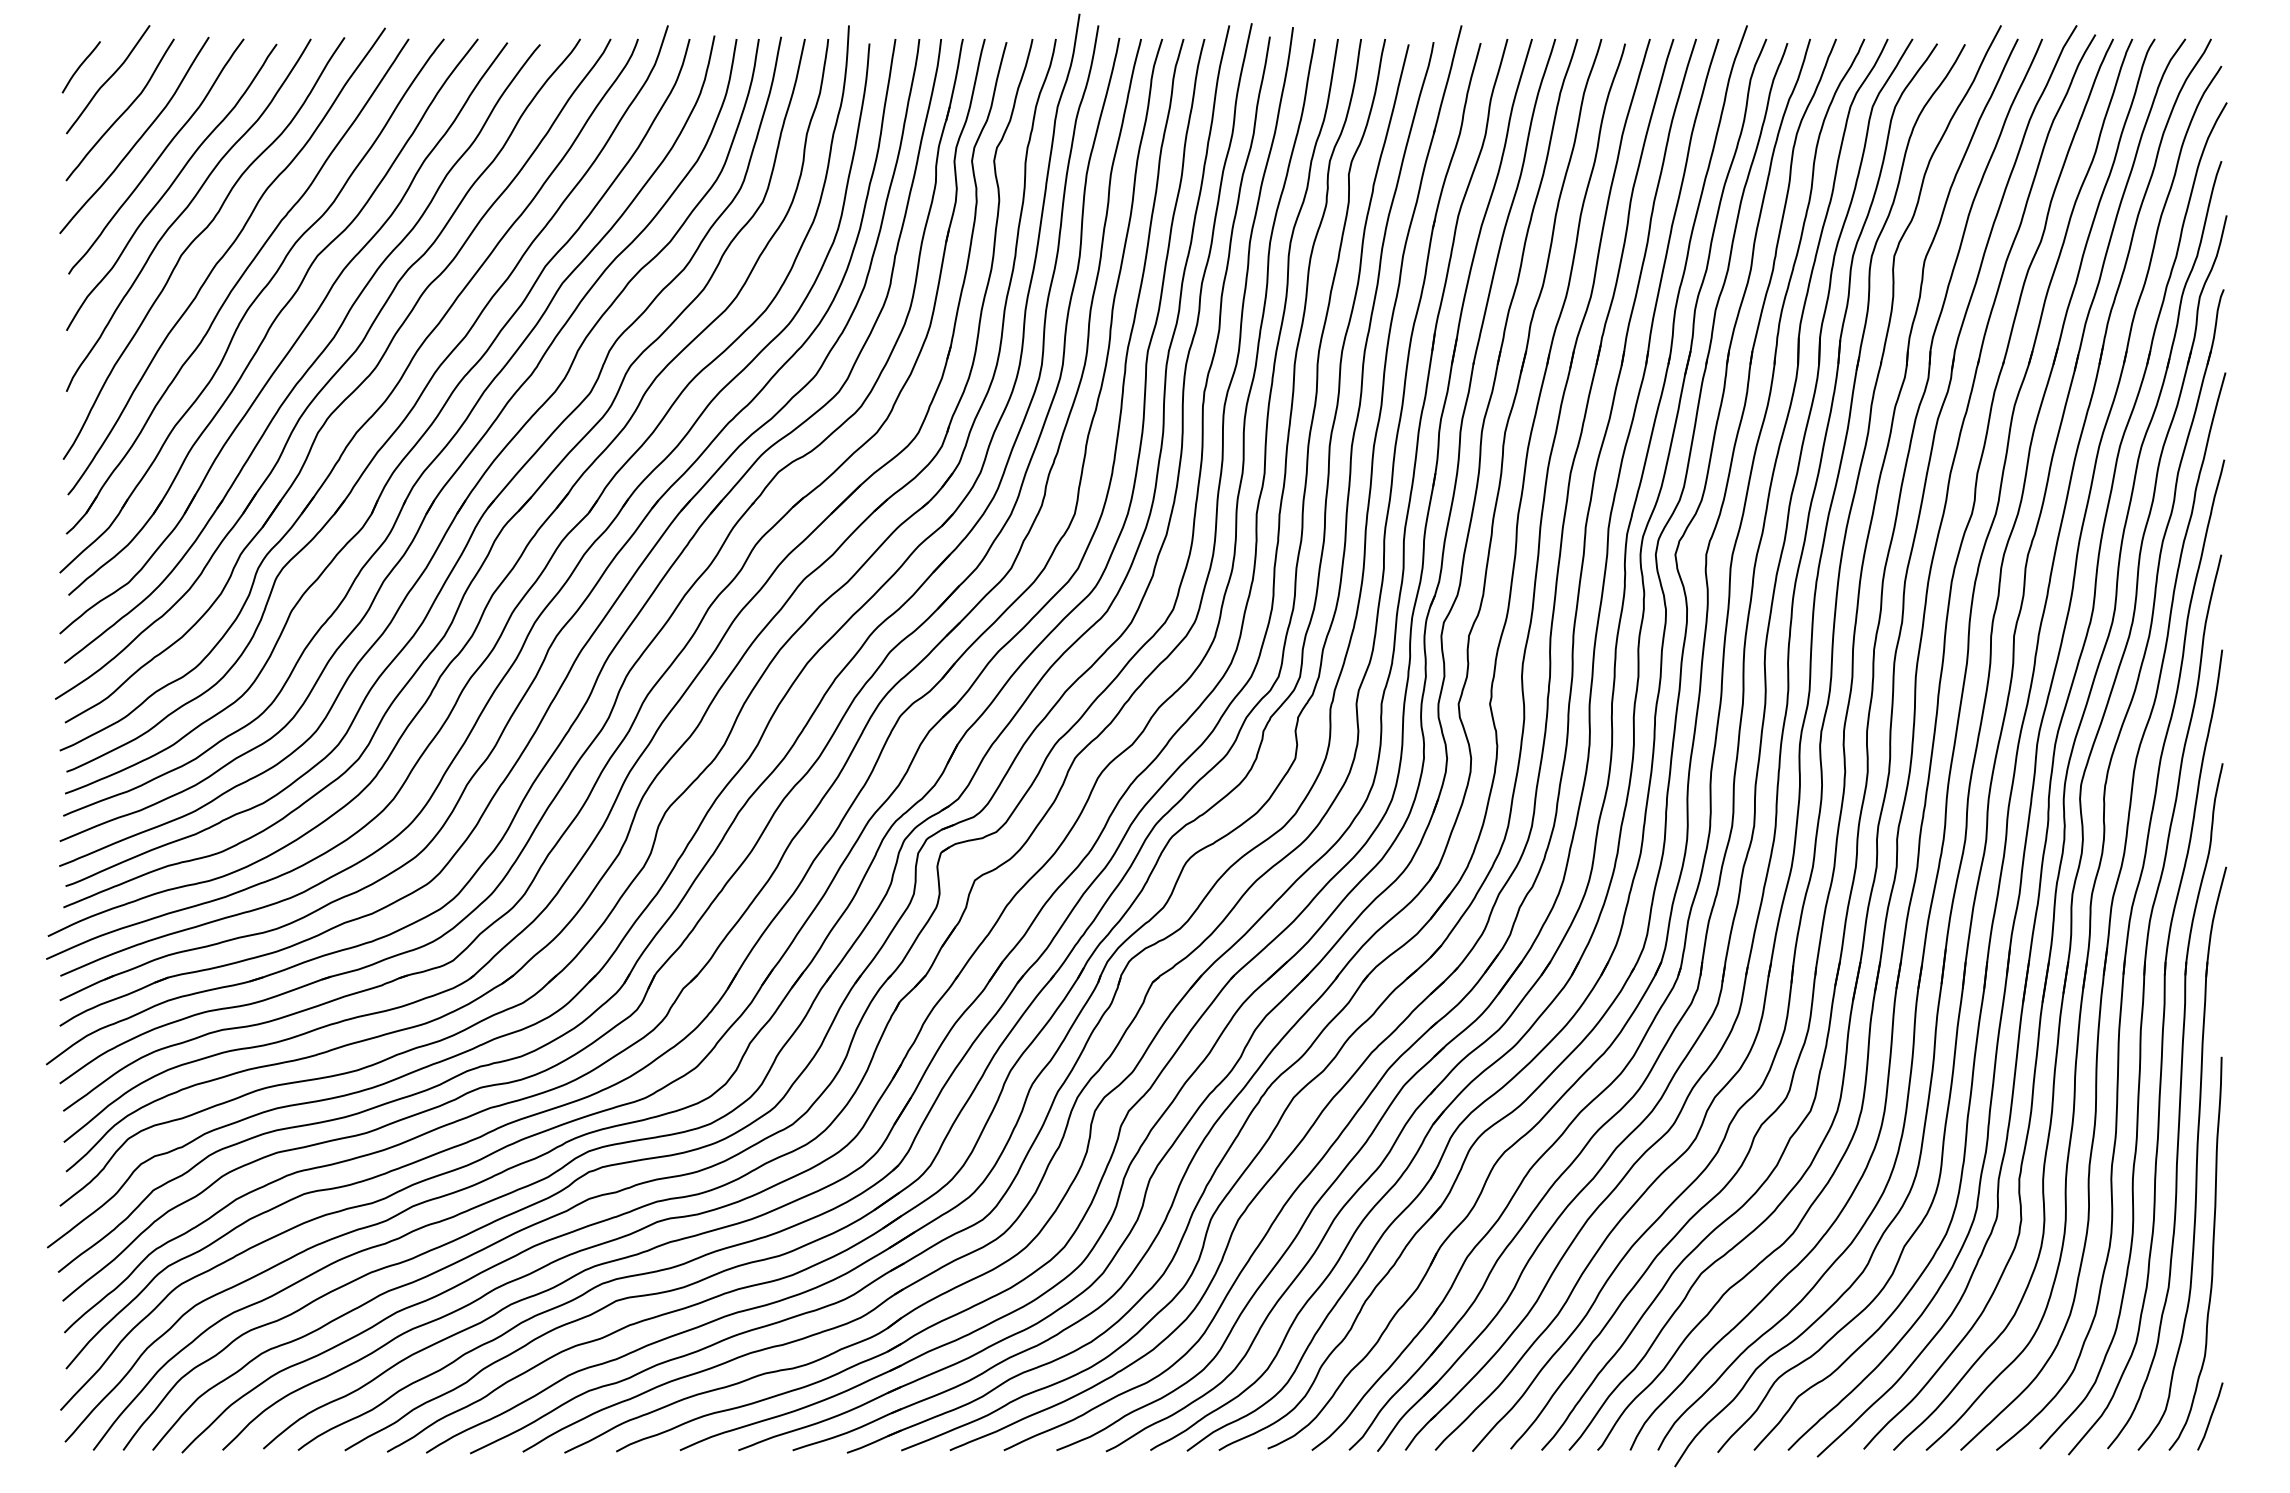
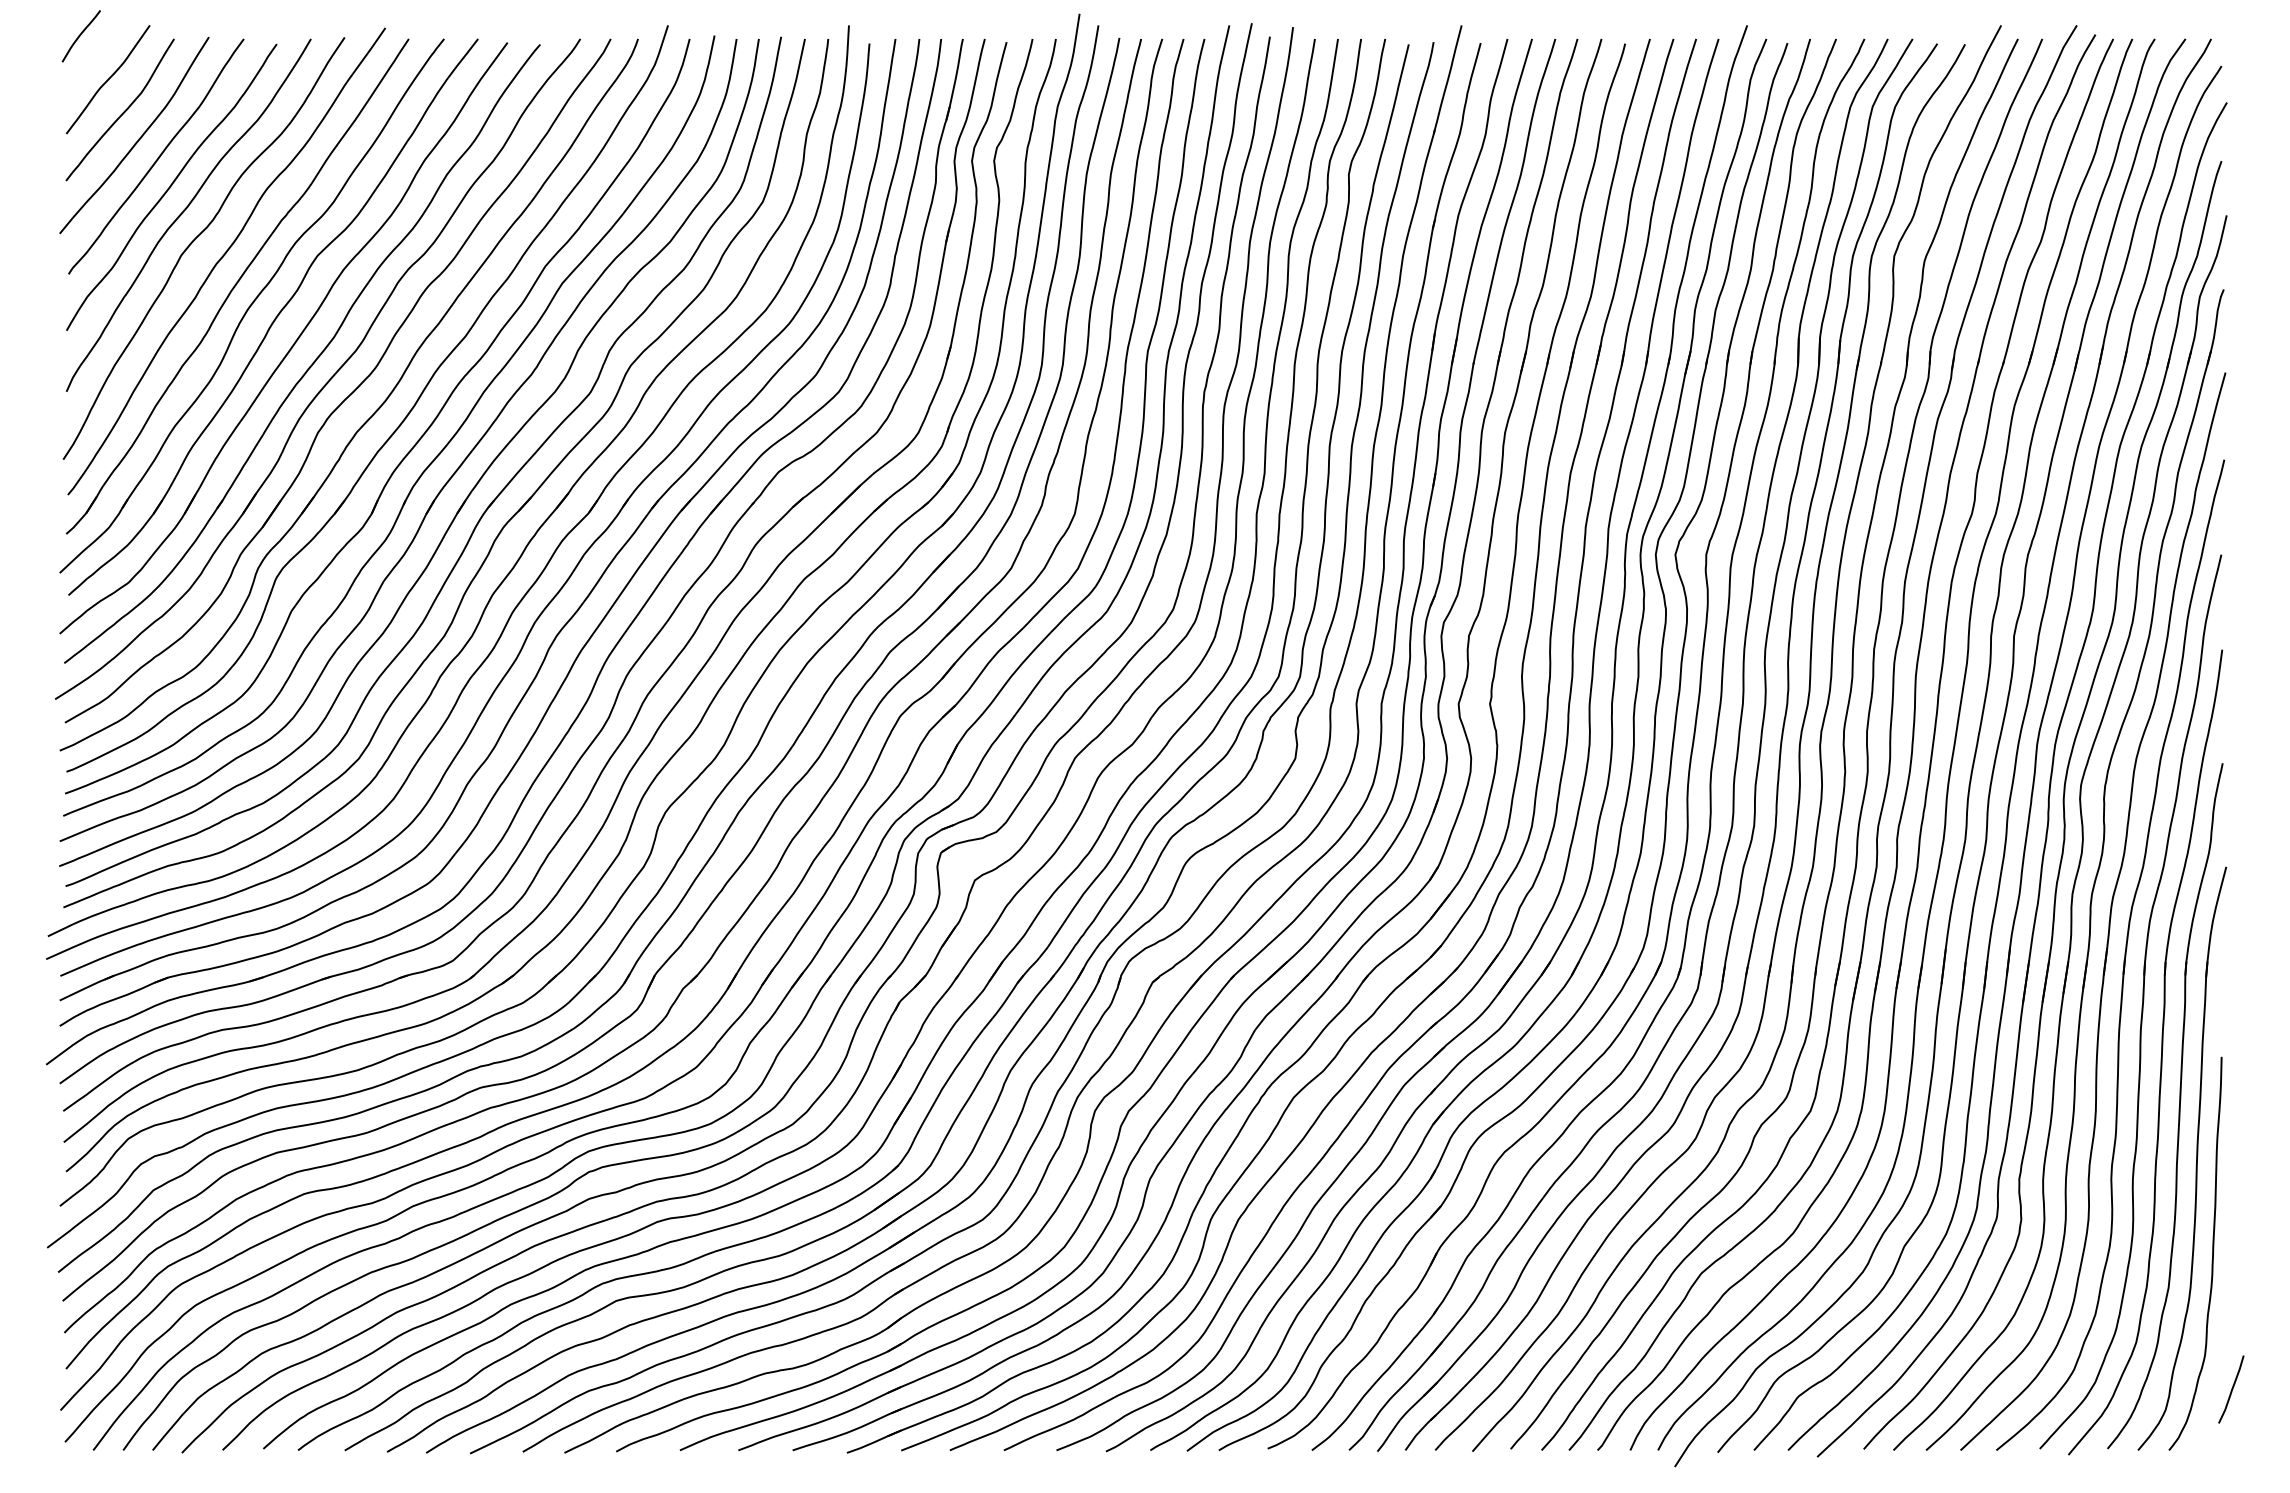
curve at (80, 67) position: (80, 67) -> (80, 36)
curve at (2210, 1416) position: (2210, 1416) -> (2231, 1389)
